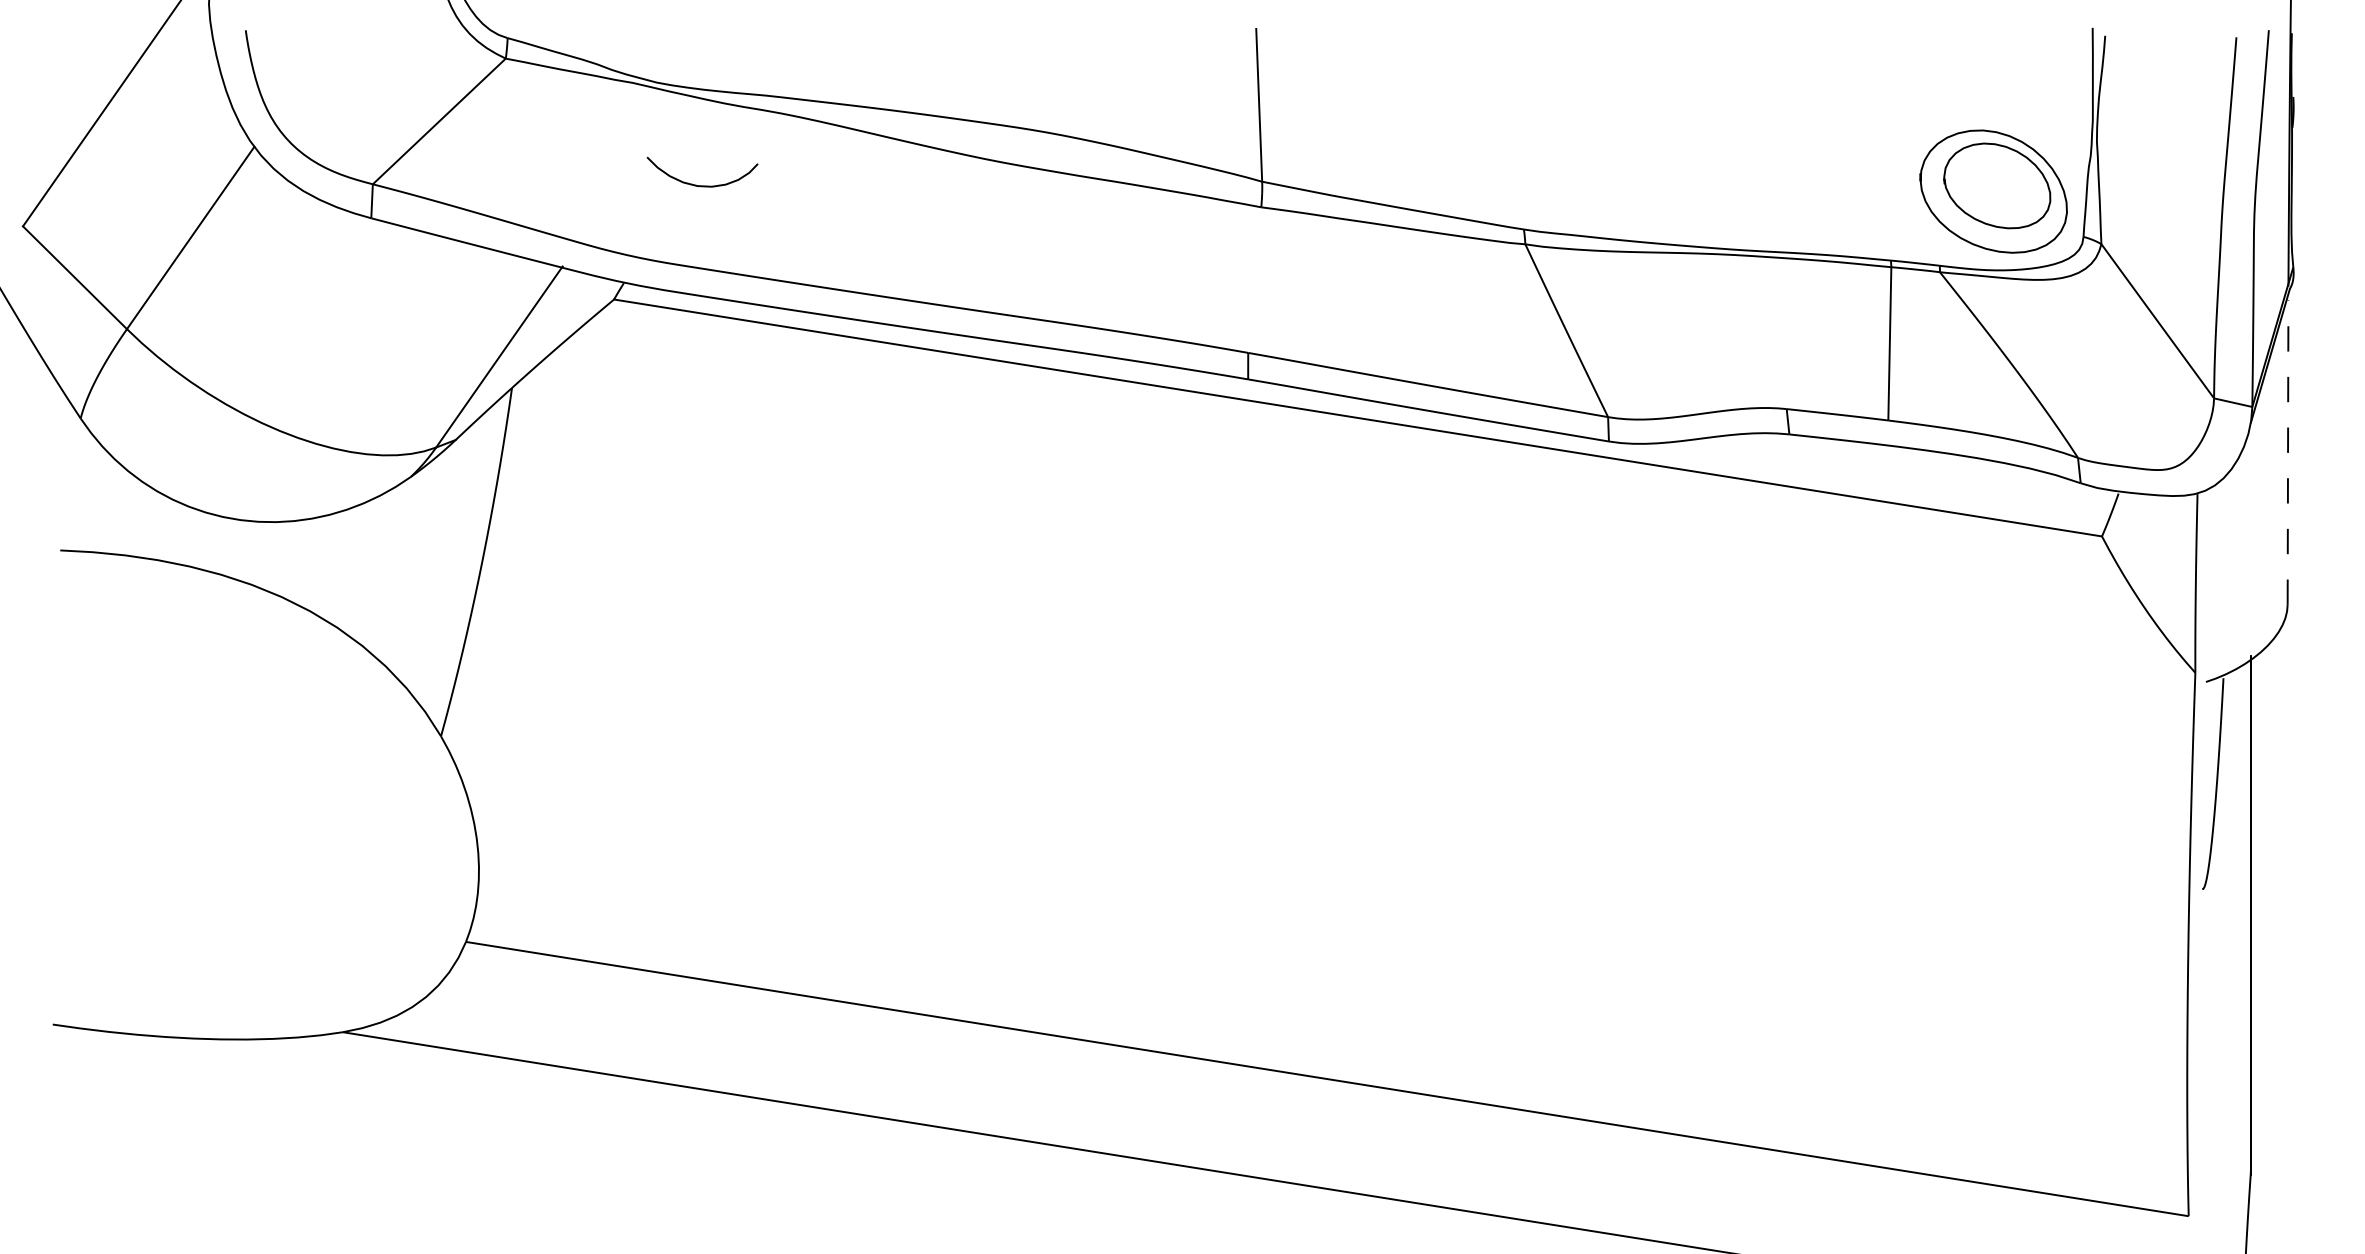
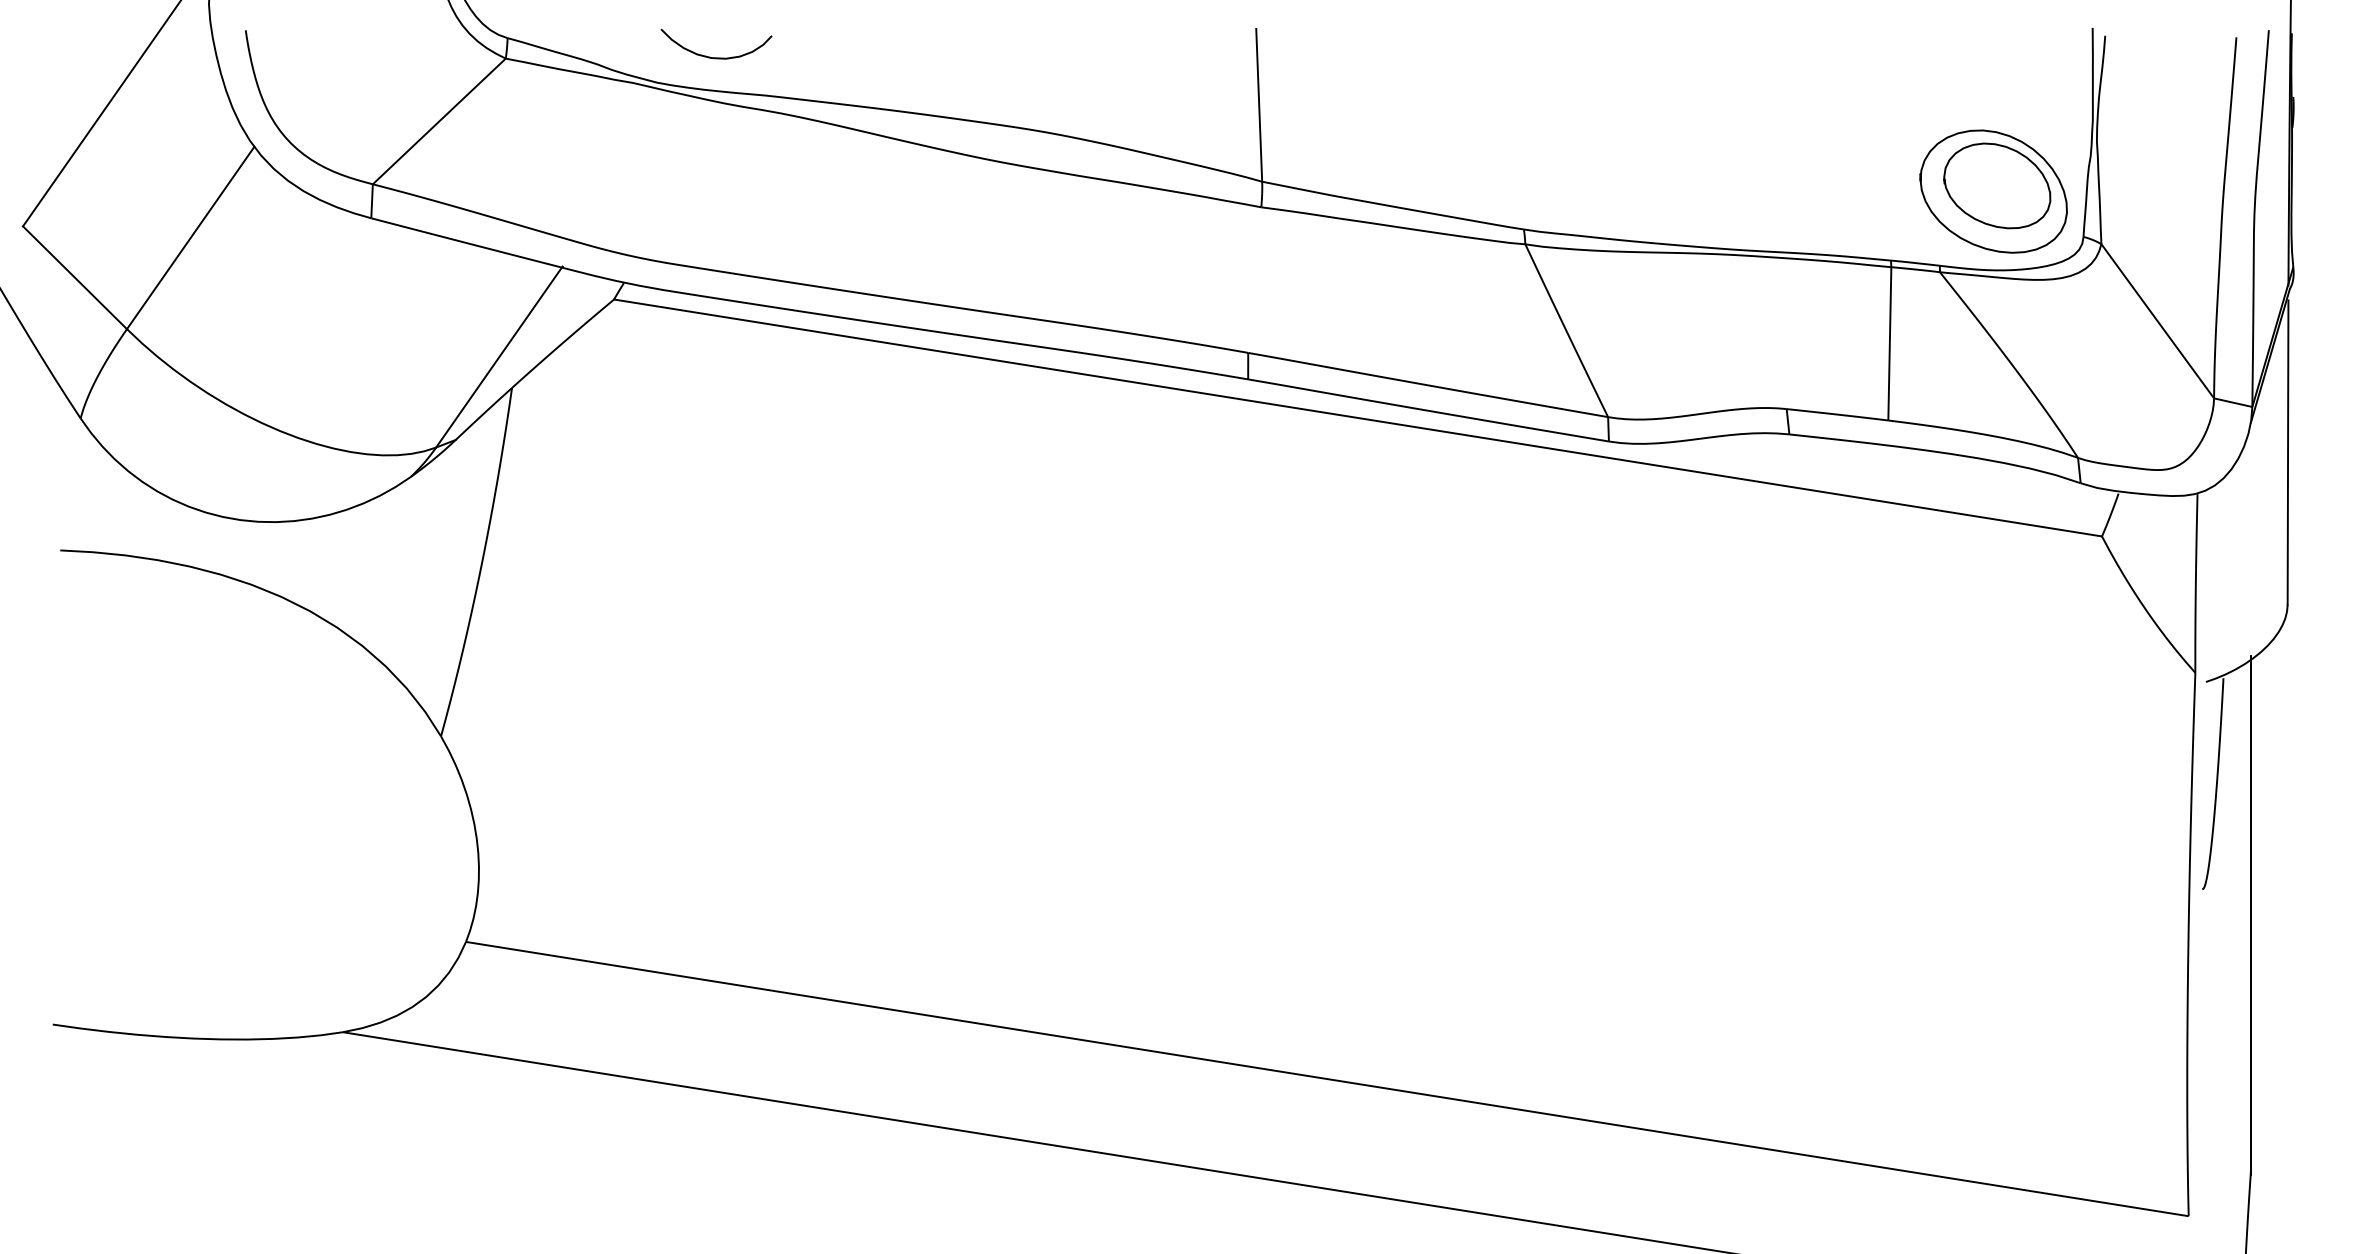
curve at (702, 185) position: (702, 185) -> (716, 57)
line at (2288, 452): dashed -> solid
